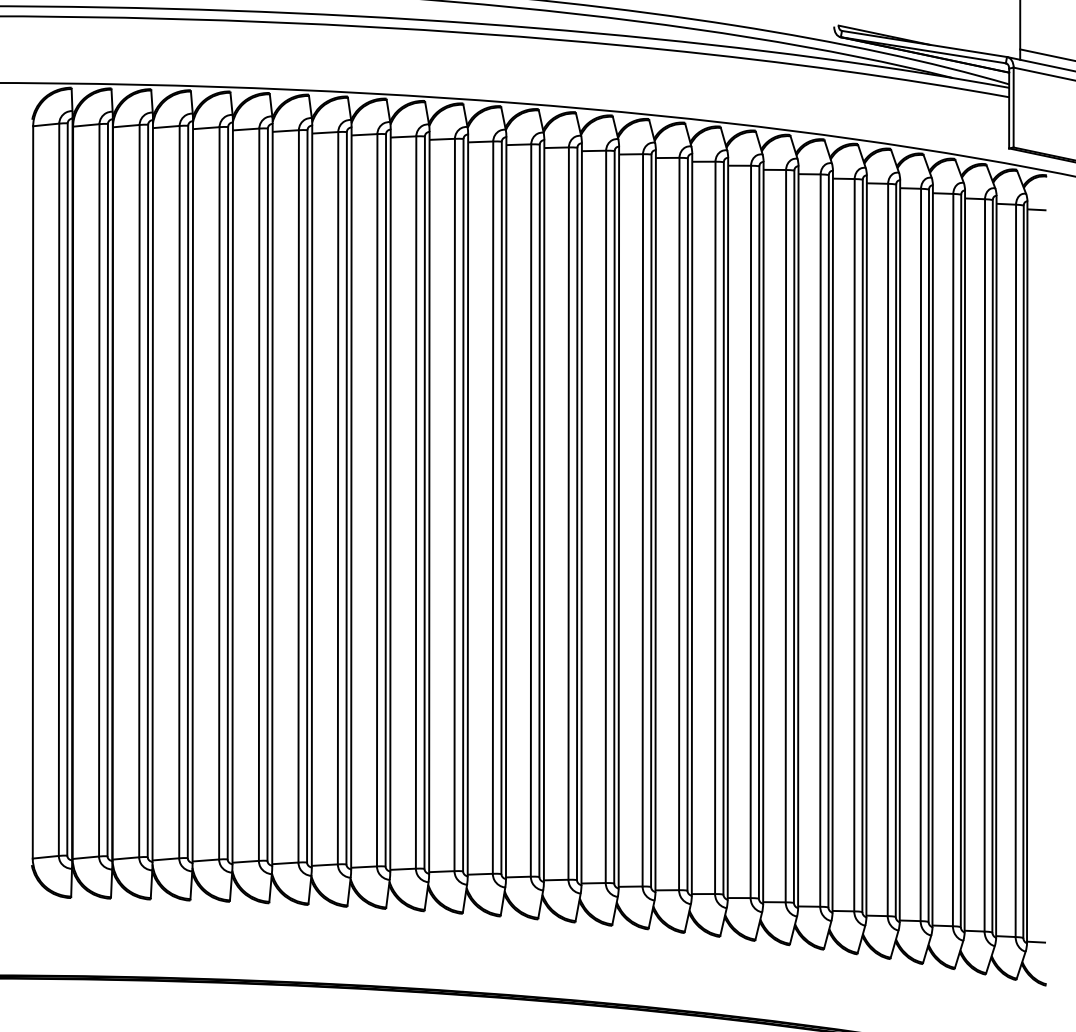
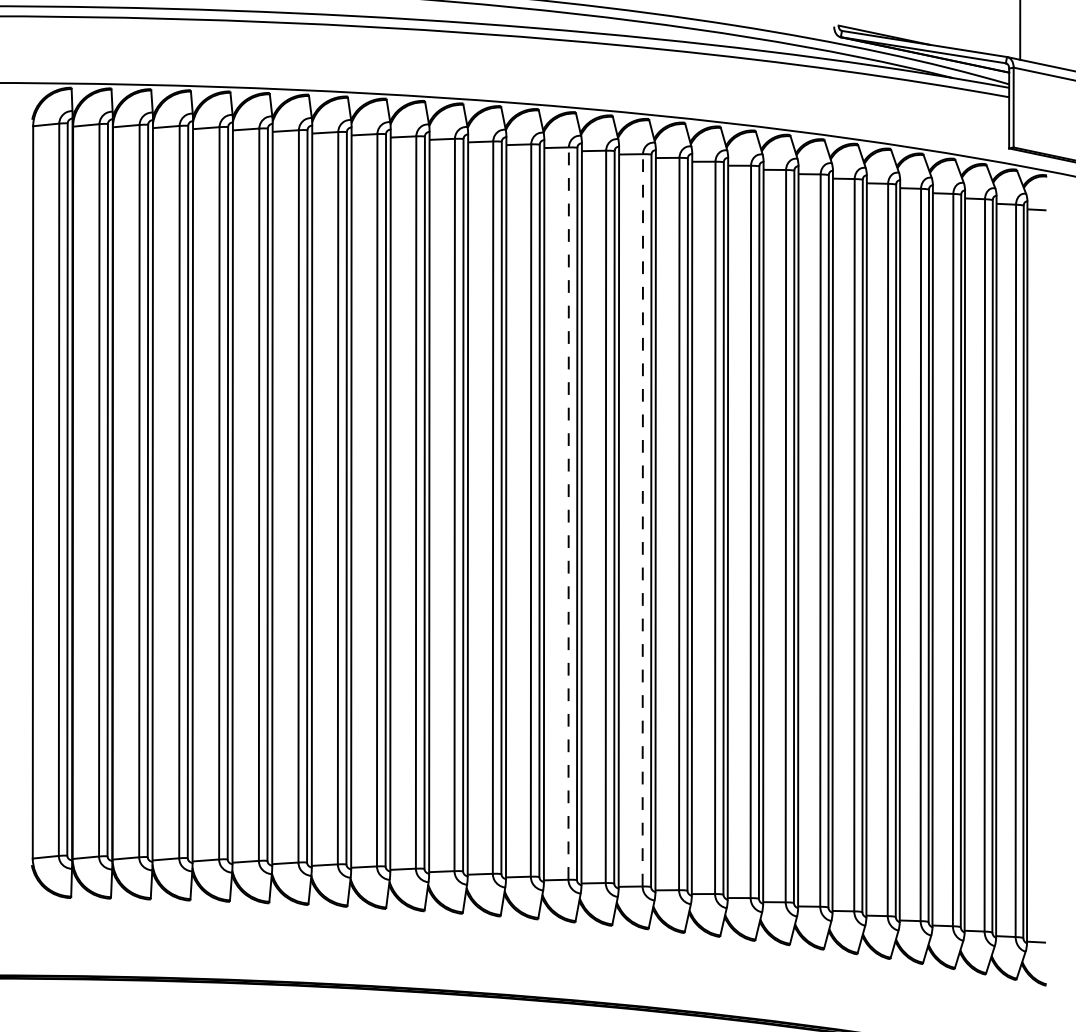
line at (1046, 54): present -> none
line at (568, 513): solid -> dashed
line at (642, 519): solid -> dashed
